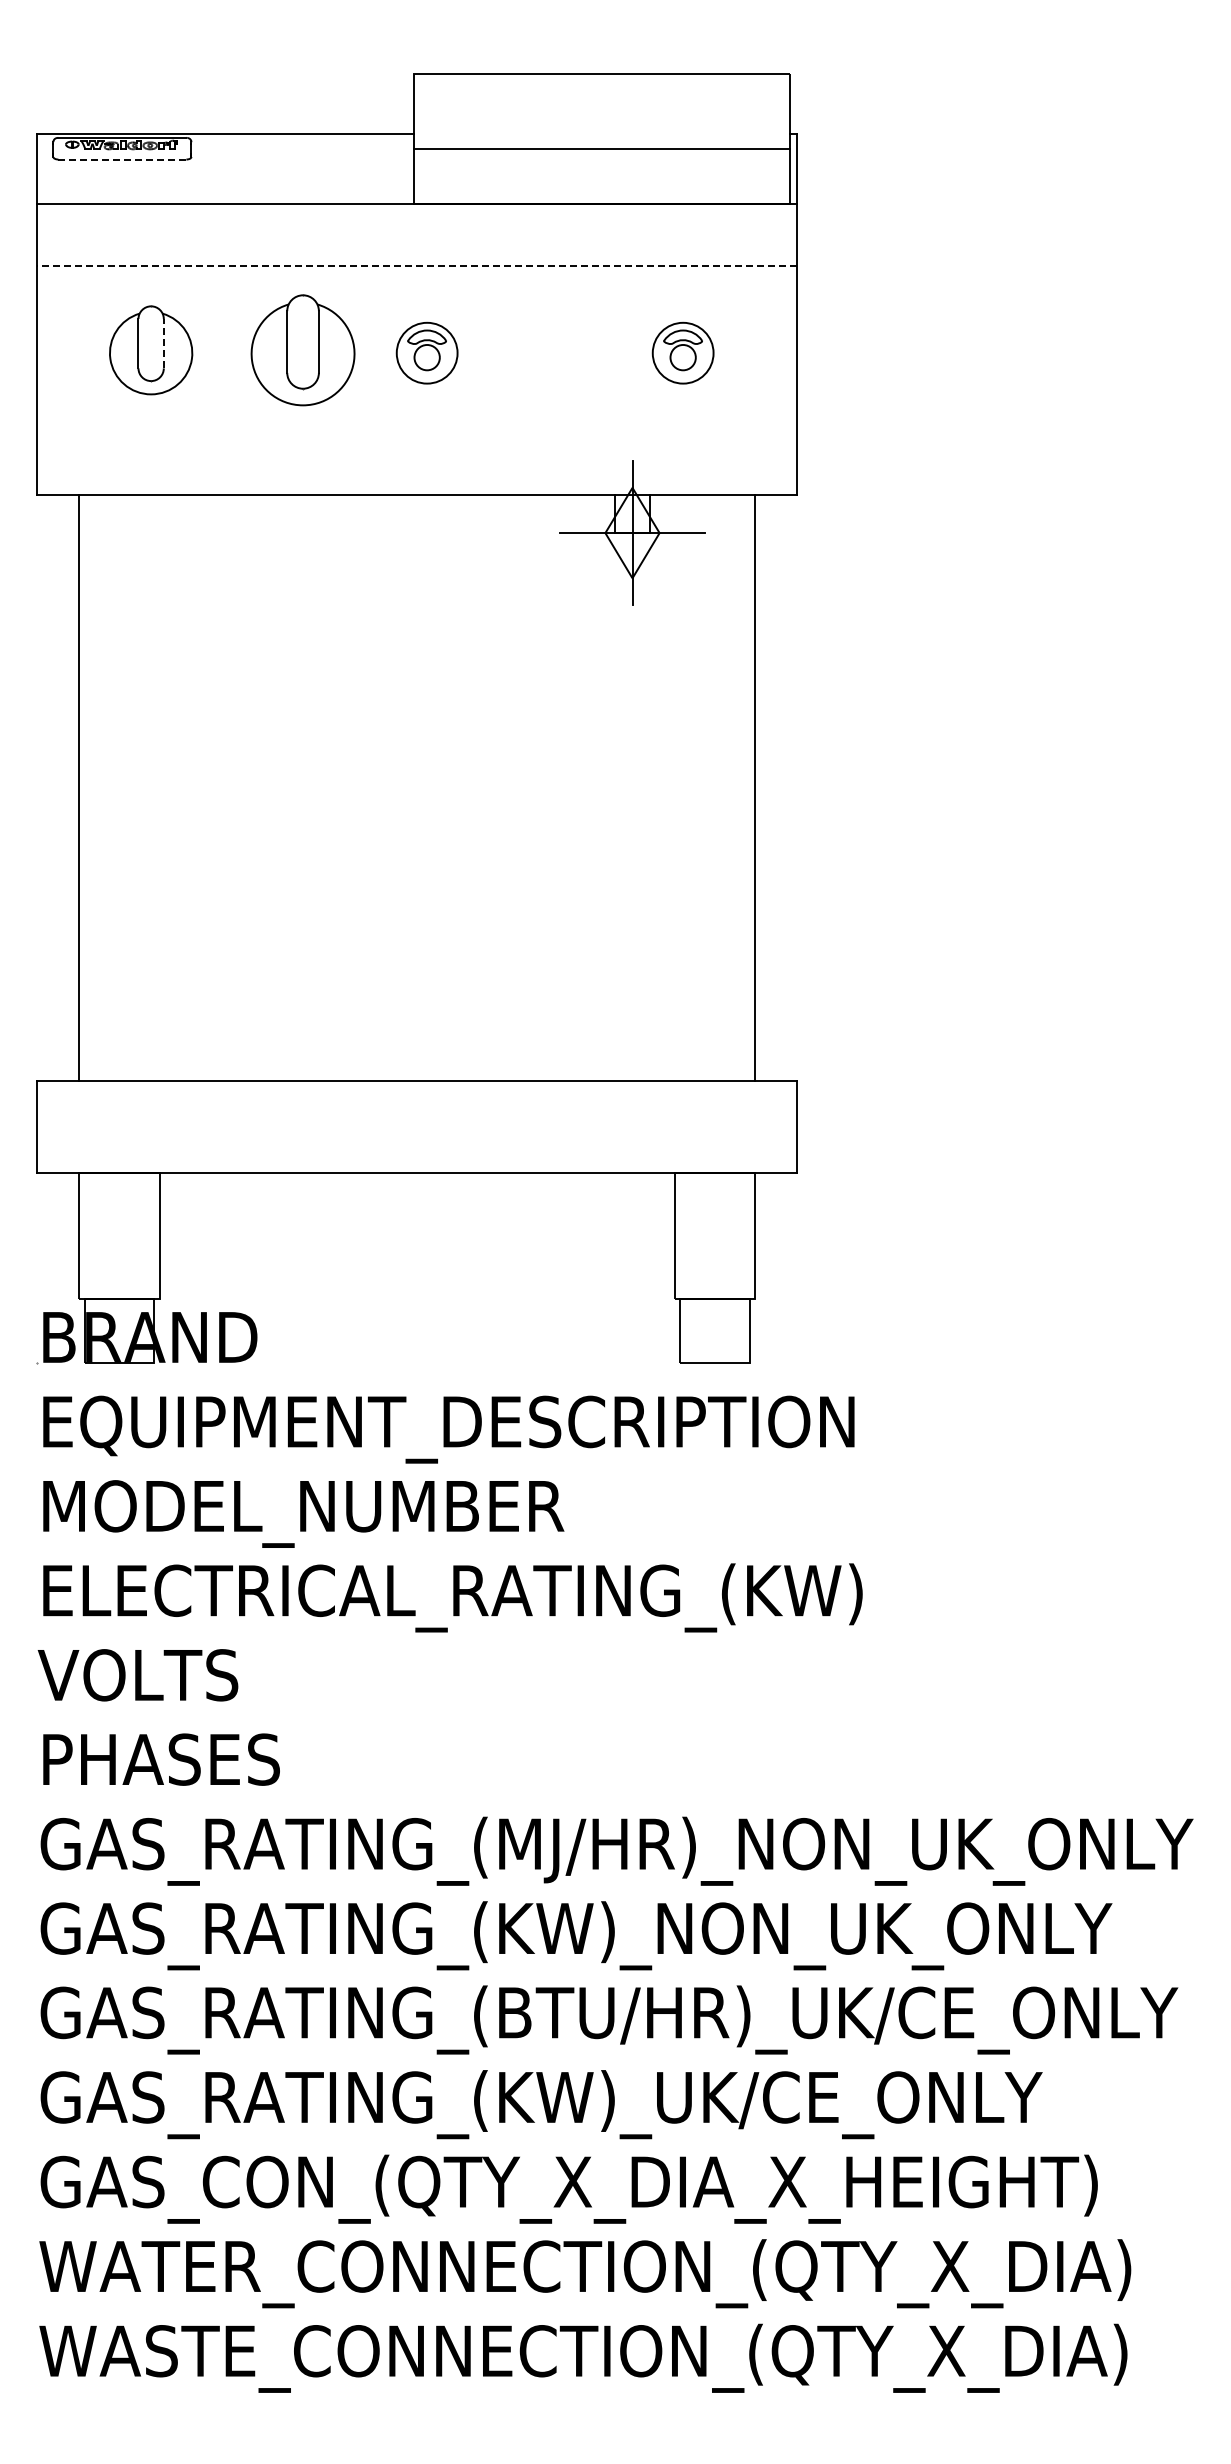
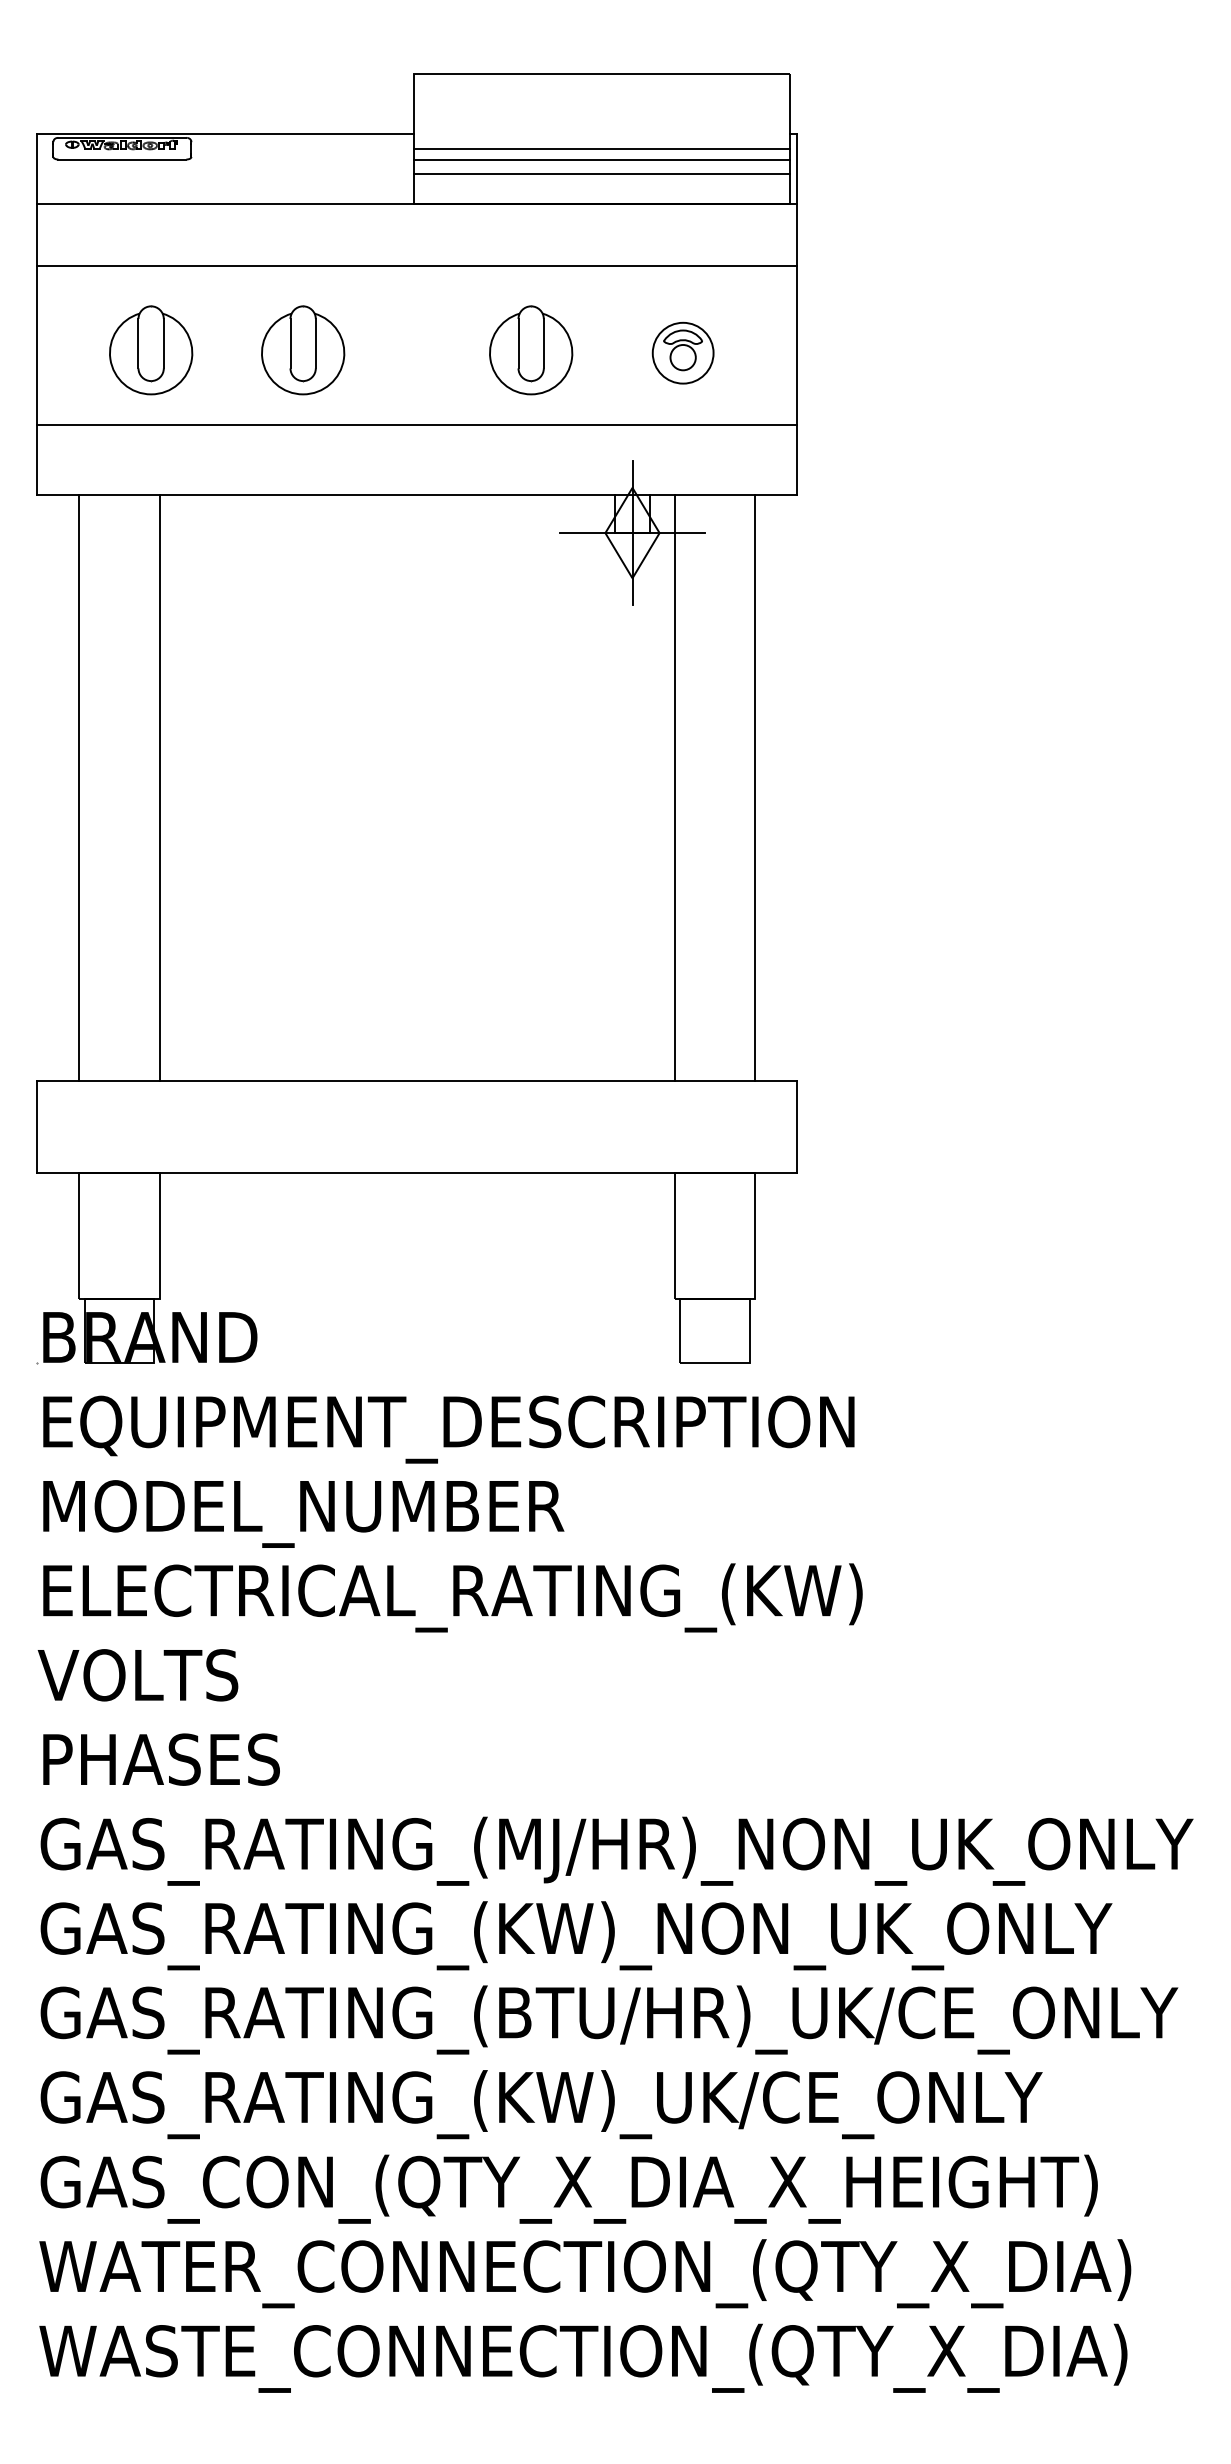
line at (122, 159): dashed -> solid
line at (601, 160): none -> present
line at (601, 174): none -> present
line at (416, 265): dashed -> solid
line at (163, 343): dashed -> solid
part at (302, 350) size: 106x113 px -> 85x91 px
part at (531, 350): none -> present
part at (426, 352): present -> none
line at (417, 425): none -> present
line at (159, 787): none -> present
line at (674, 787): none -> present
